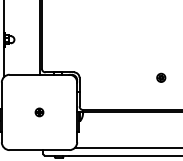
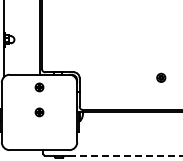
part at (39, 87): none -> present
line at (126, 147): present -> none
line at (126, 155): solid -> dashed
